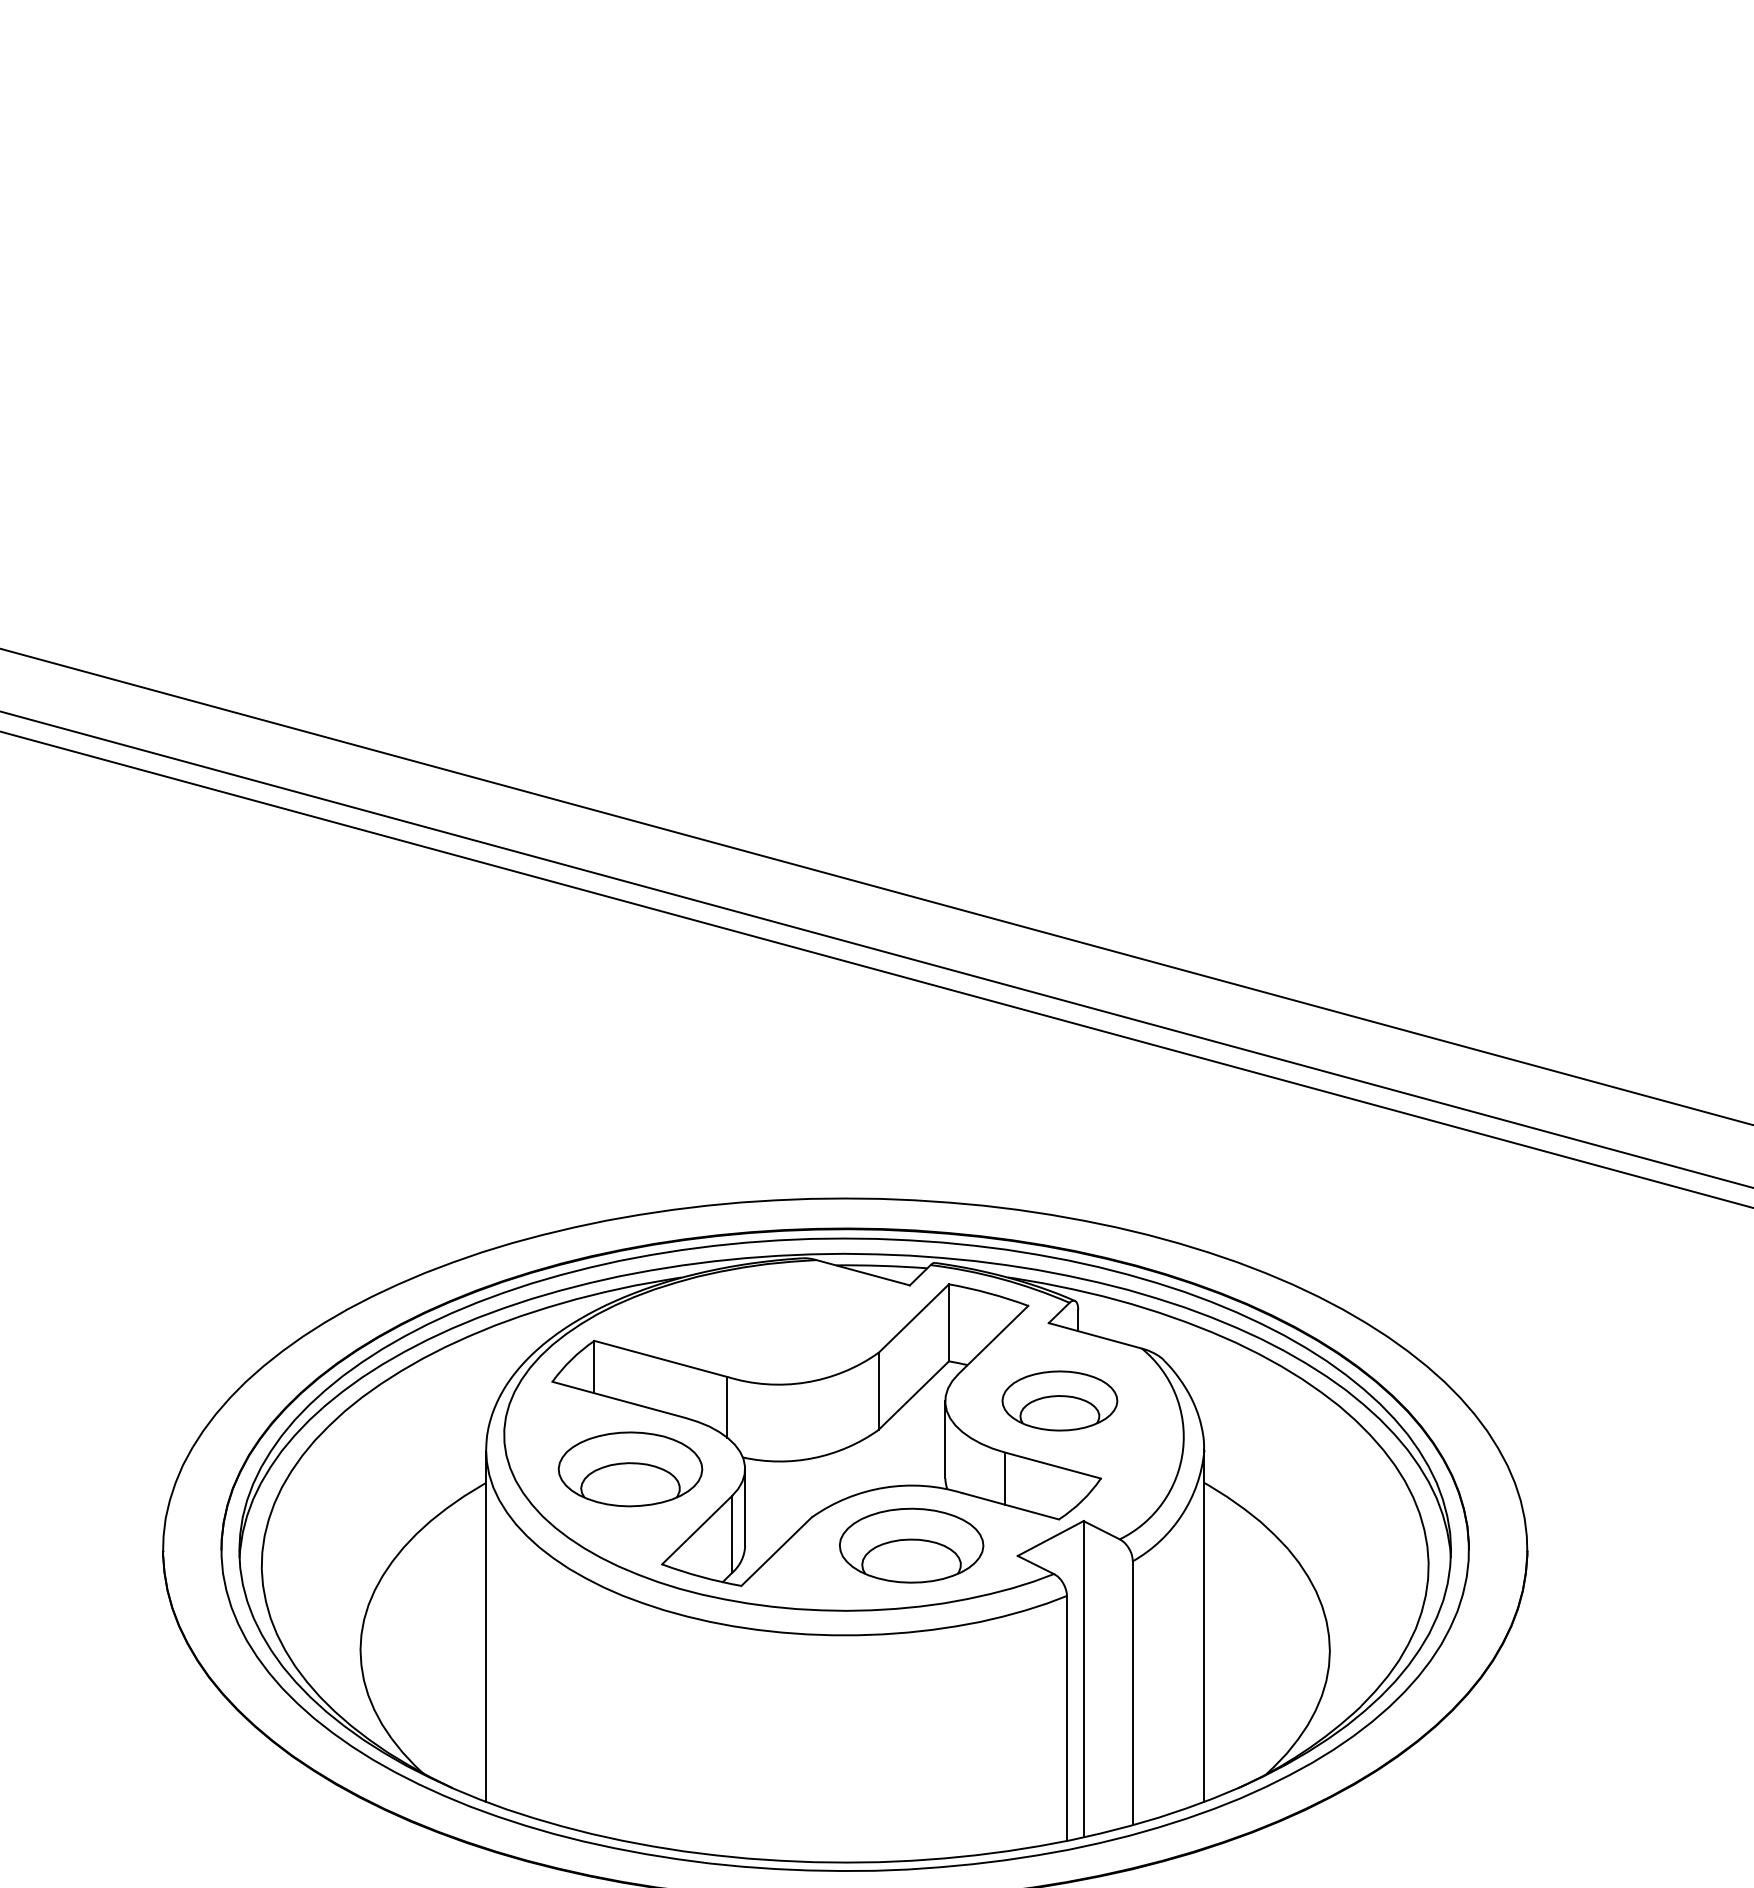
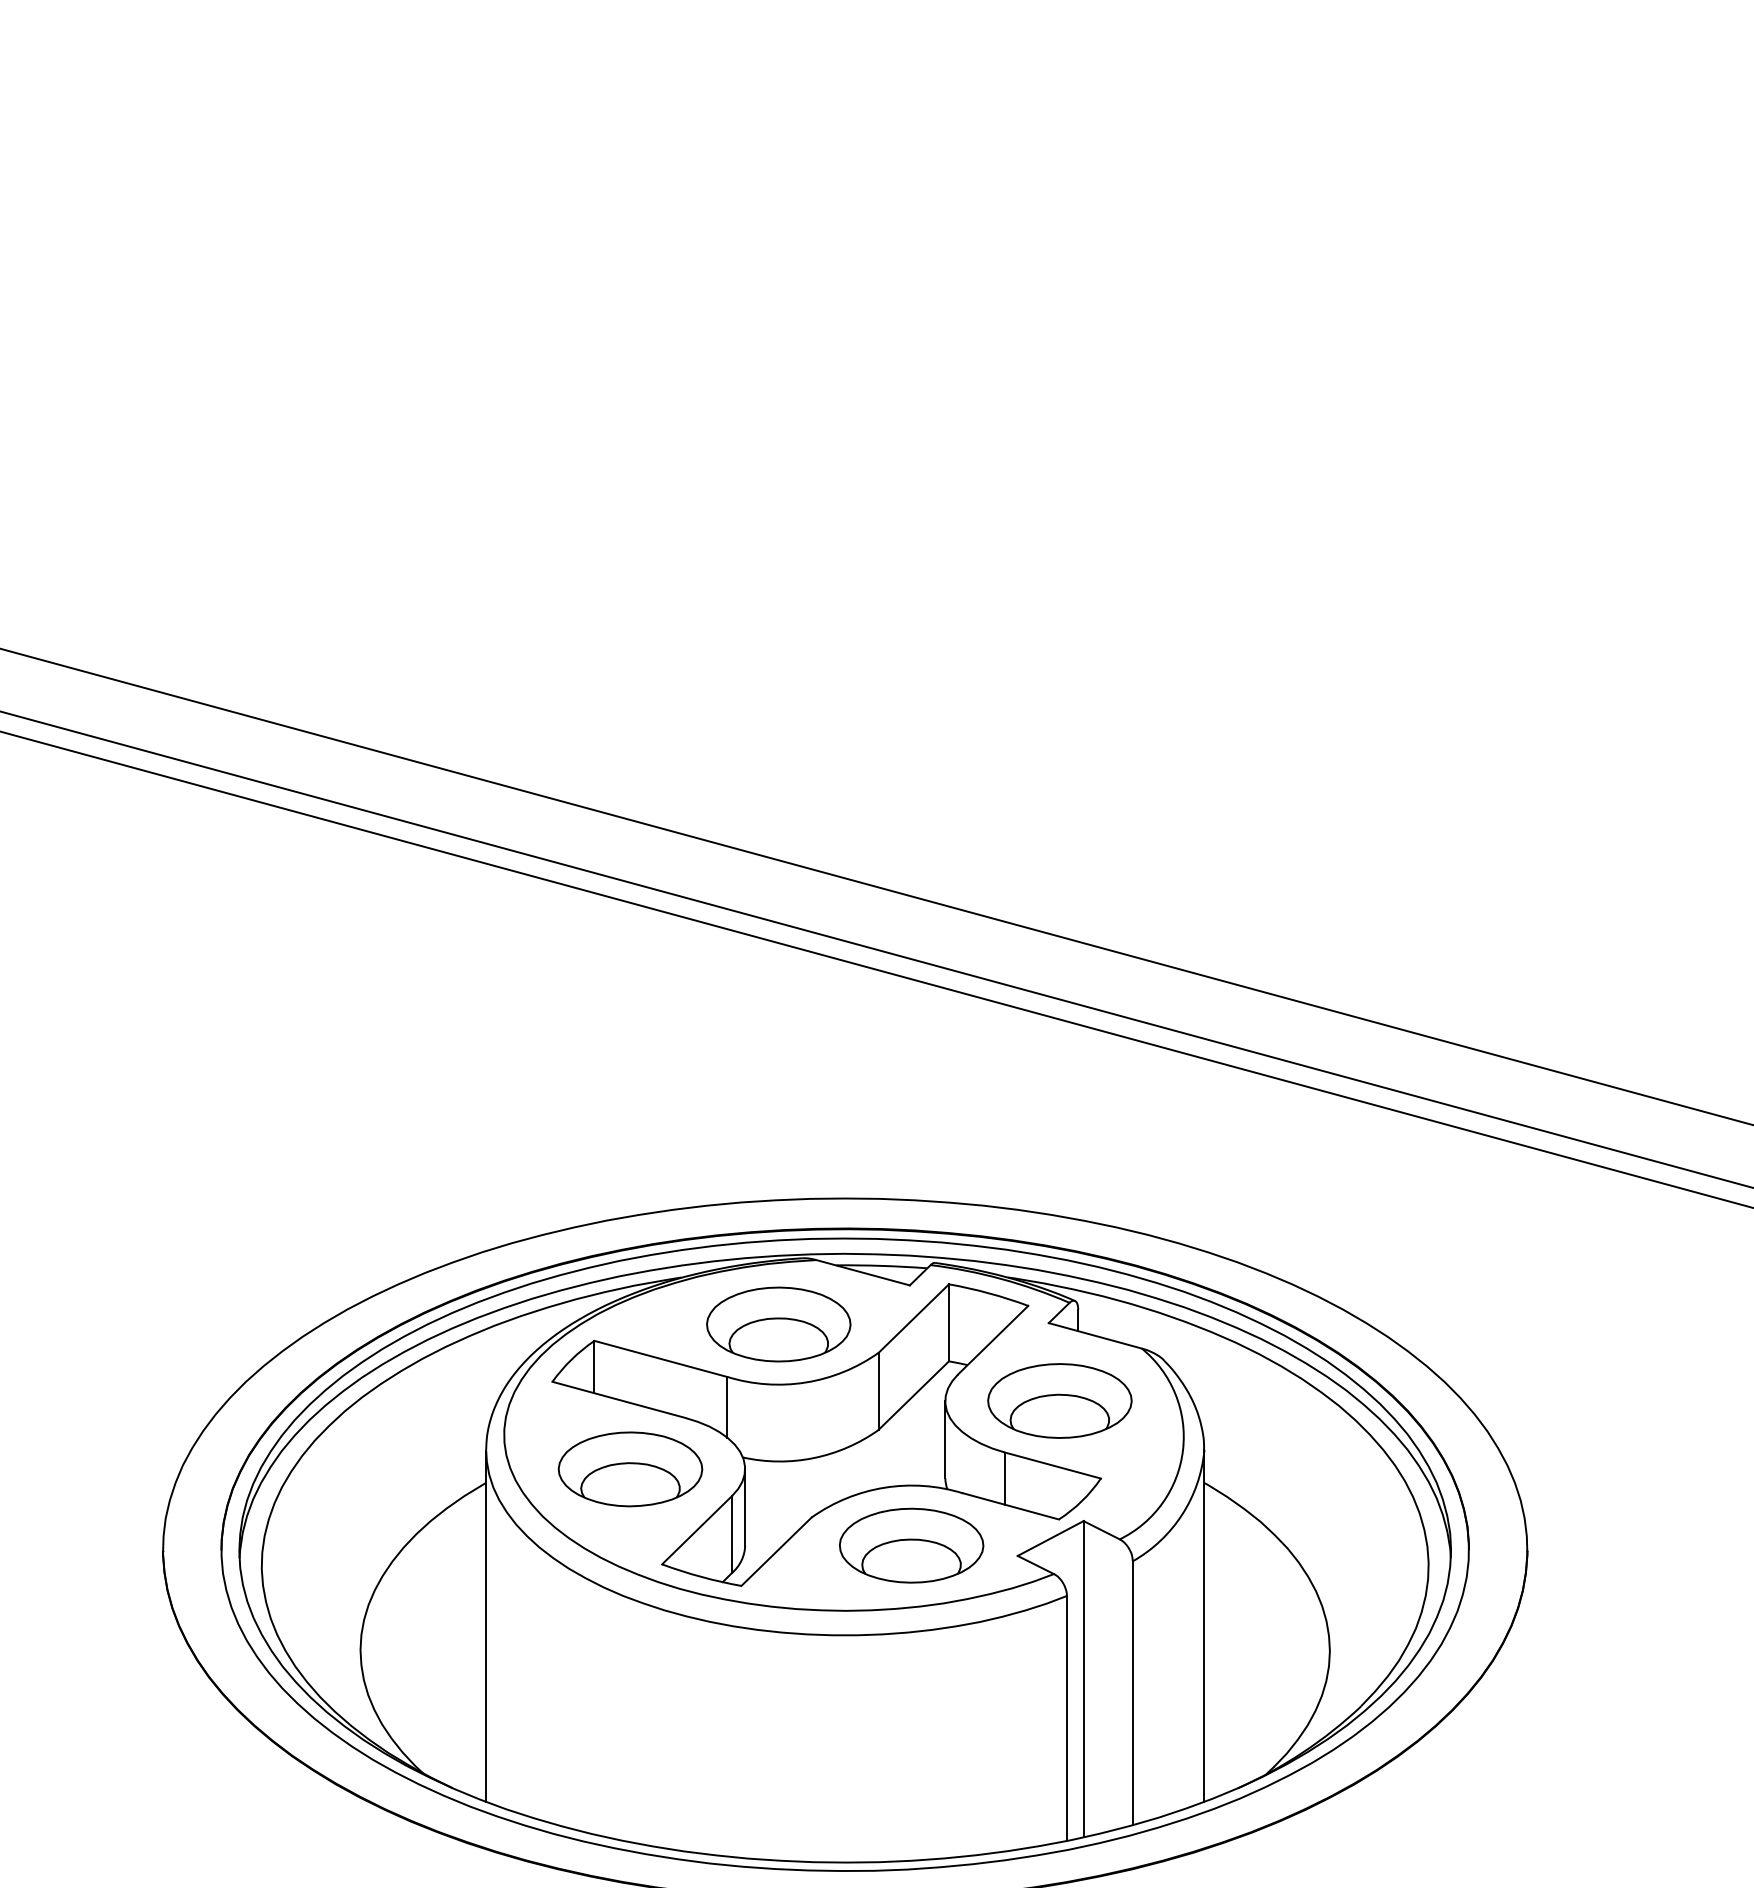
part at (778, 1324): none -> present
part at (1059, 1400) size: 118x62 px -> 146x76 px
